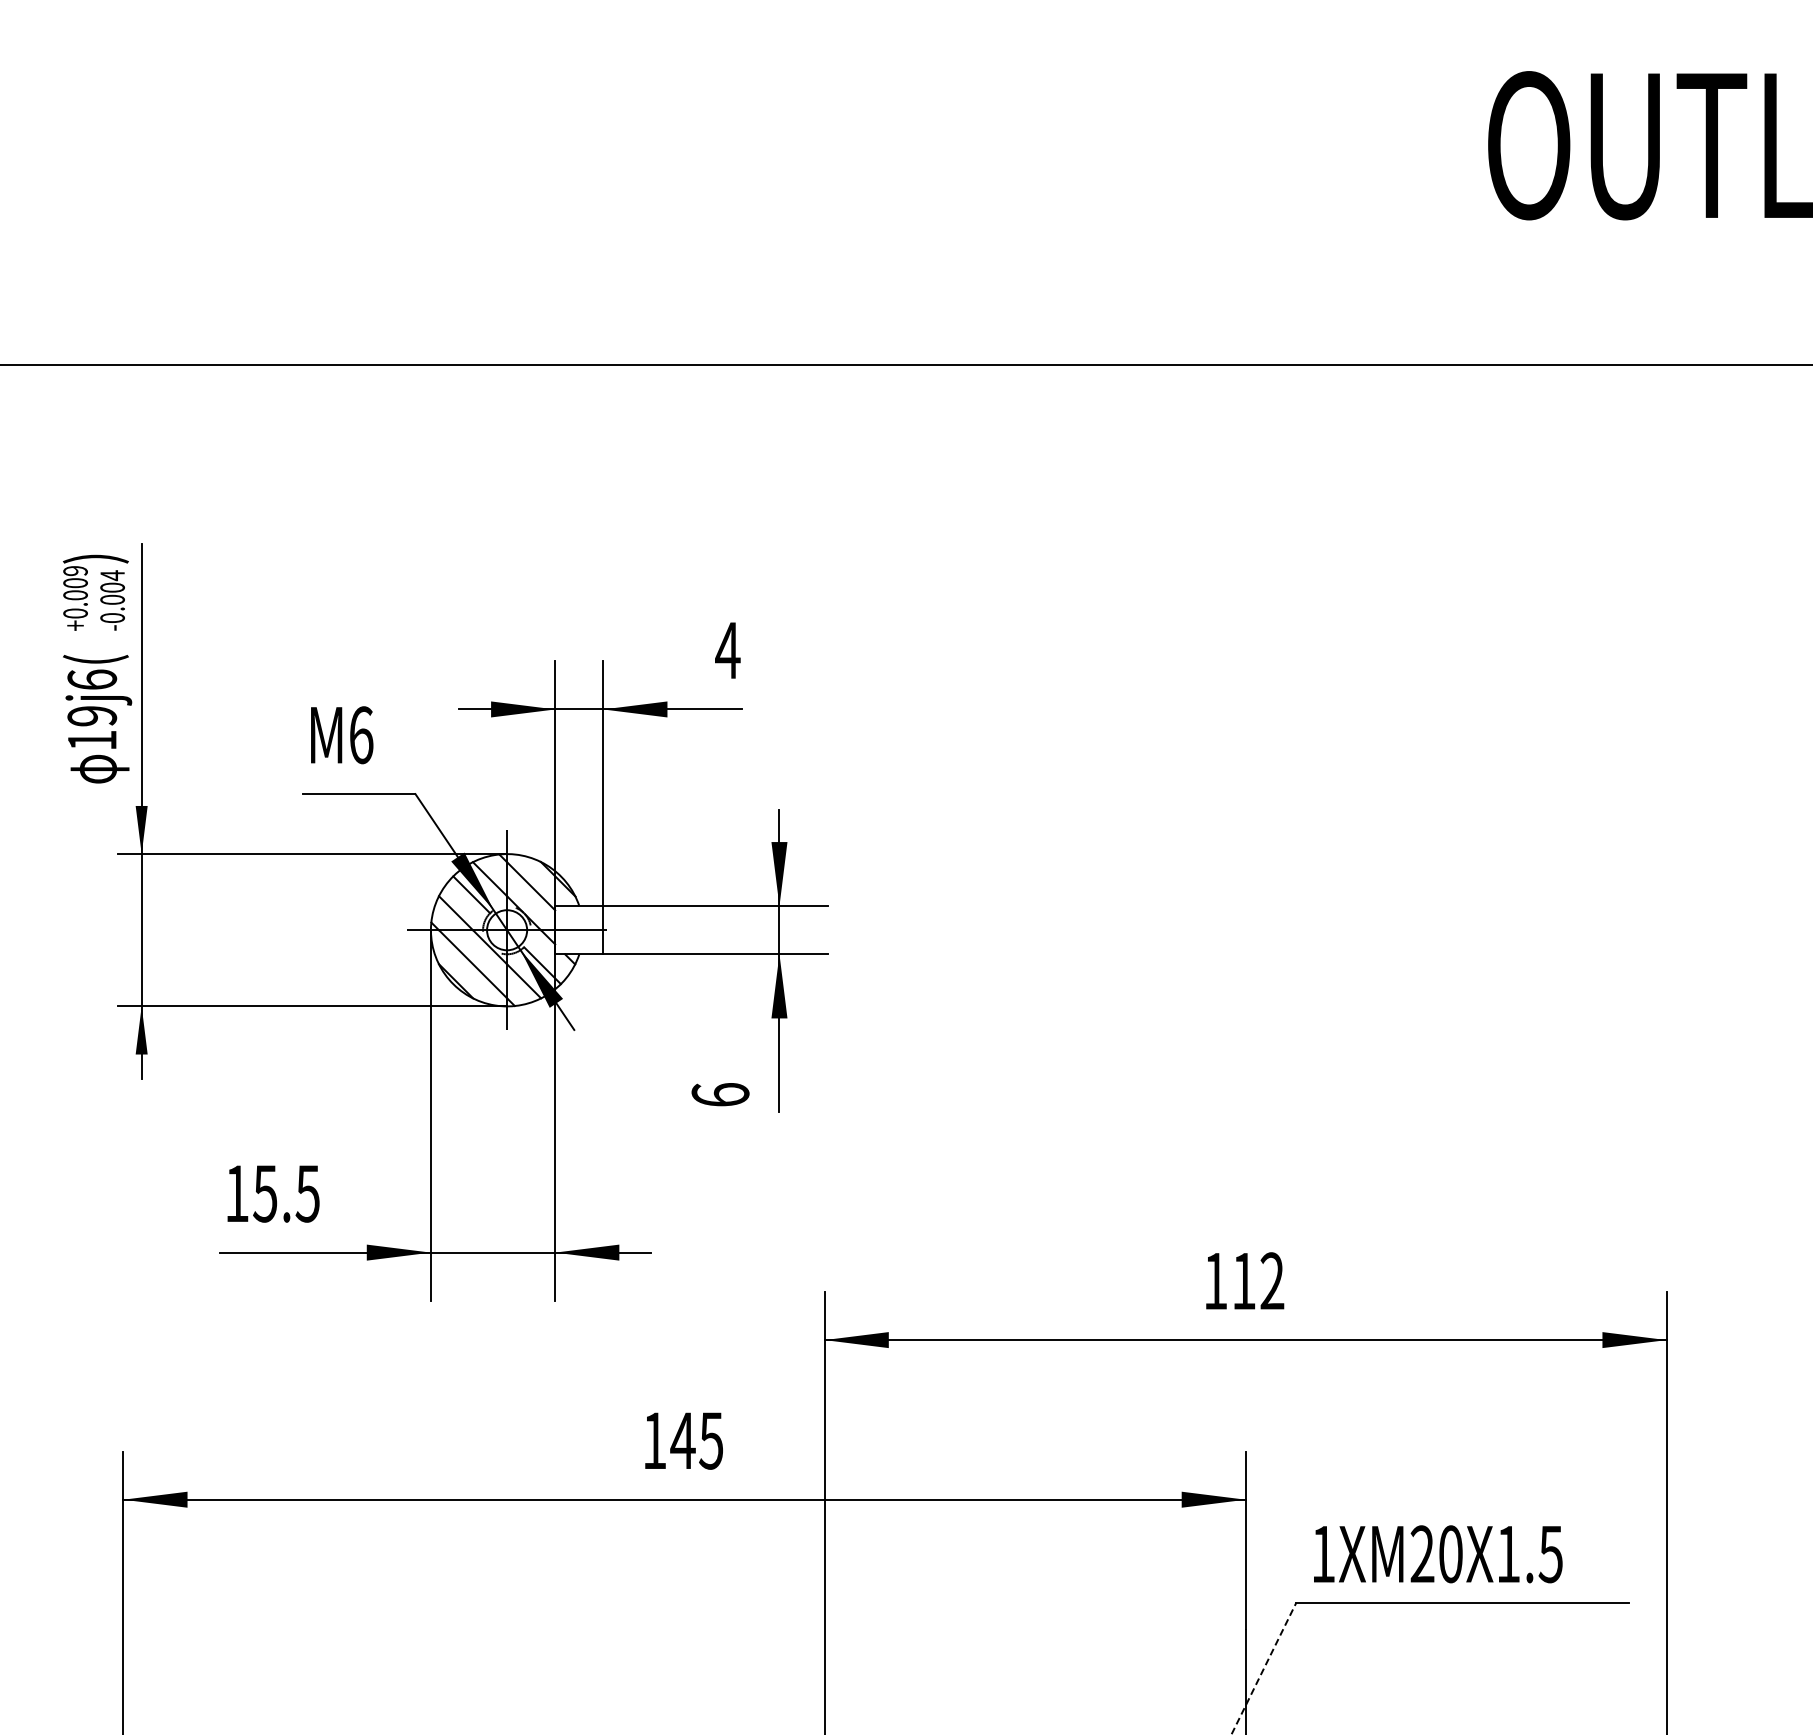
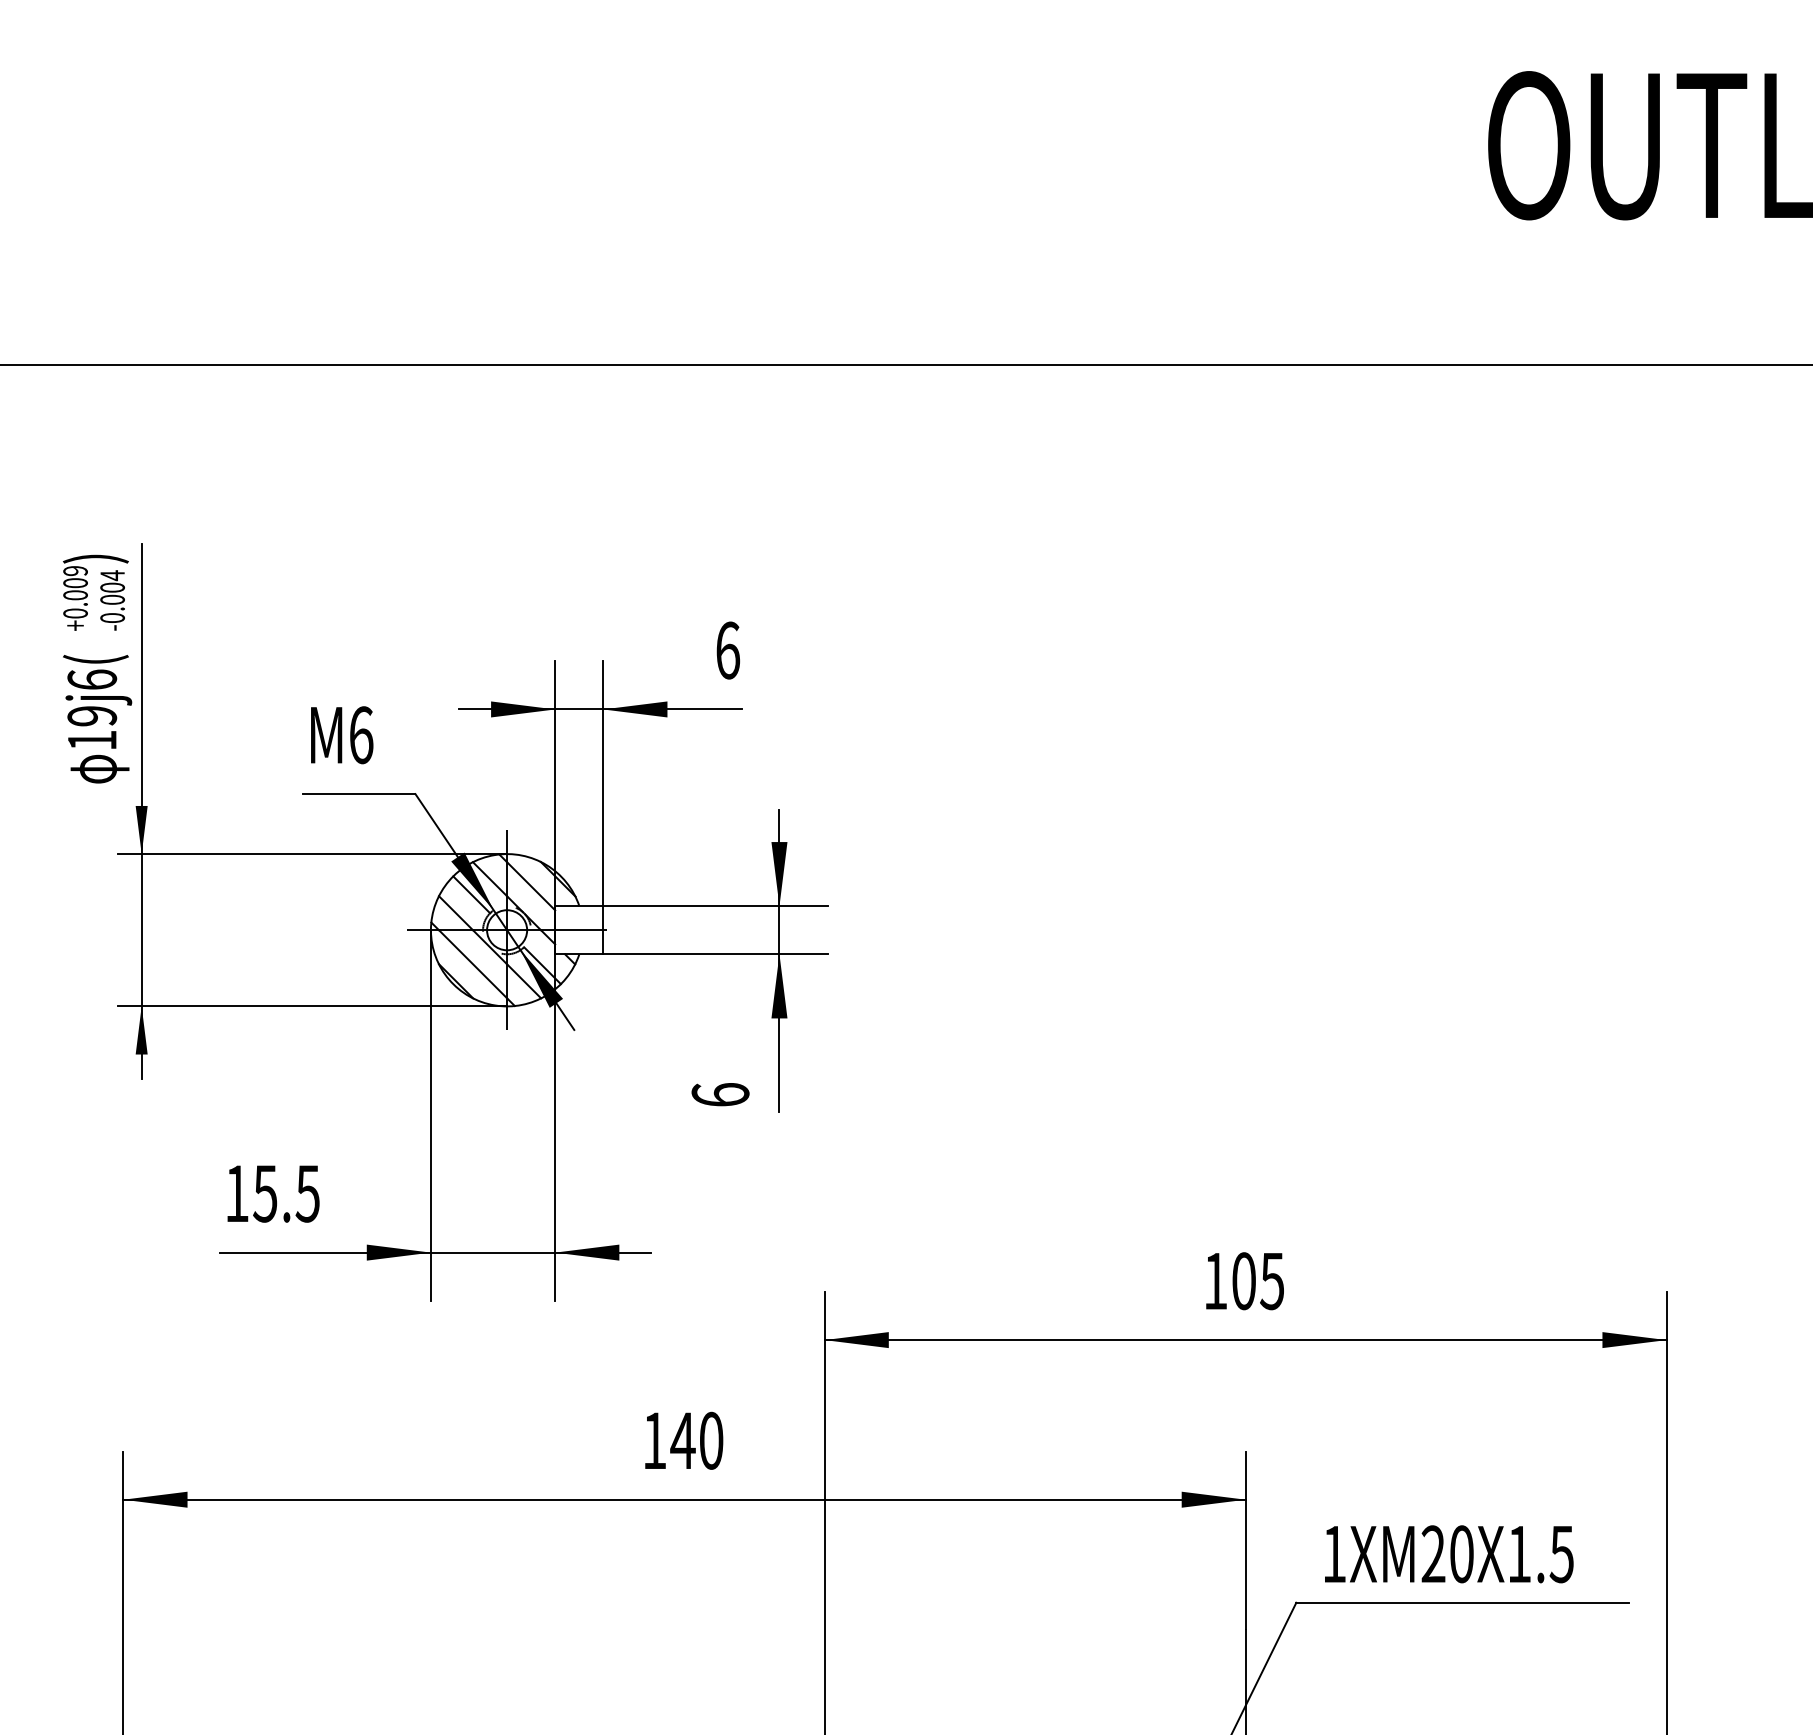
text at (727, 650): 4 -> 6
text at (1258, 1281): 112 -> 105
text at (711, 1440): 145 -> 140
text at (1438, 1554) position: (1438, 1554) -> (1449, 1554)
line at (1264, 1668): dashed -> solid
